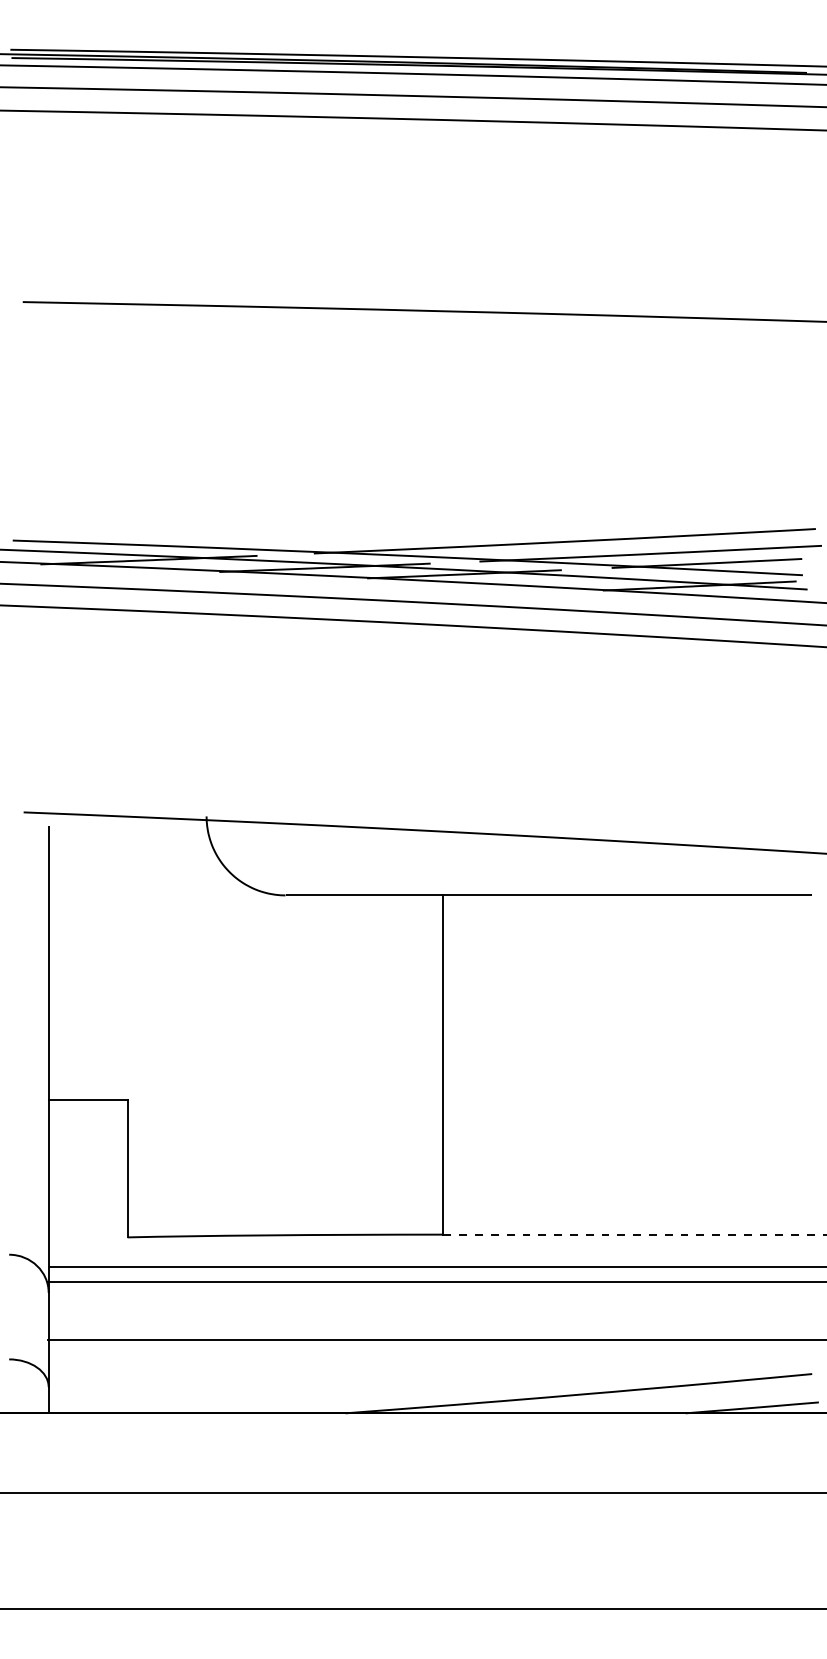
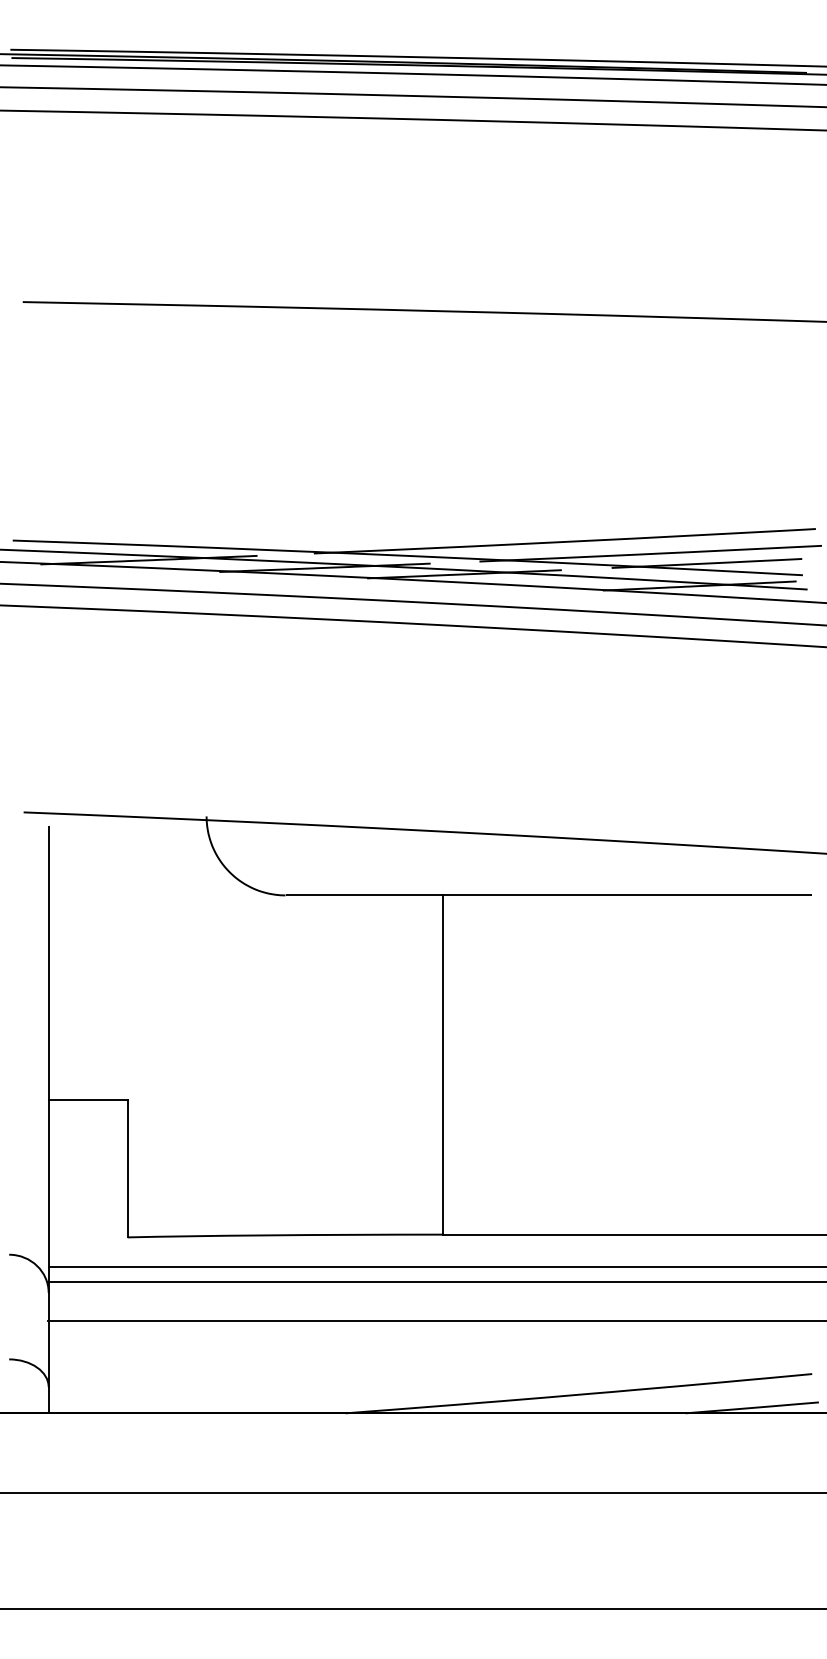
line at (635, 1234): dashed -> solid
line at (435, 1340) position: (435, 1340) -> (435, 1321)
